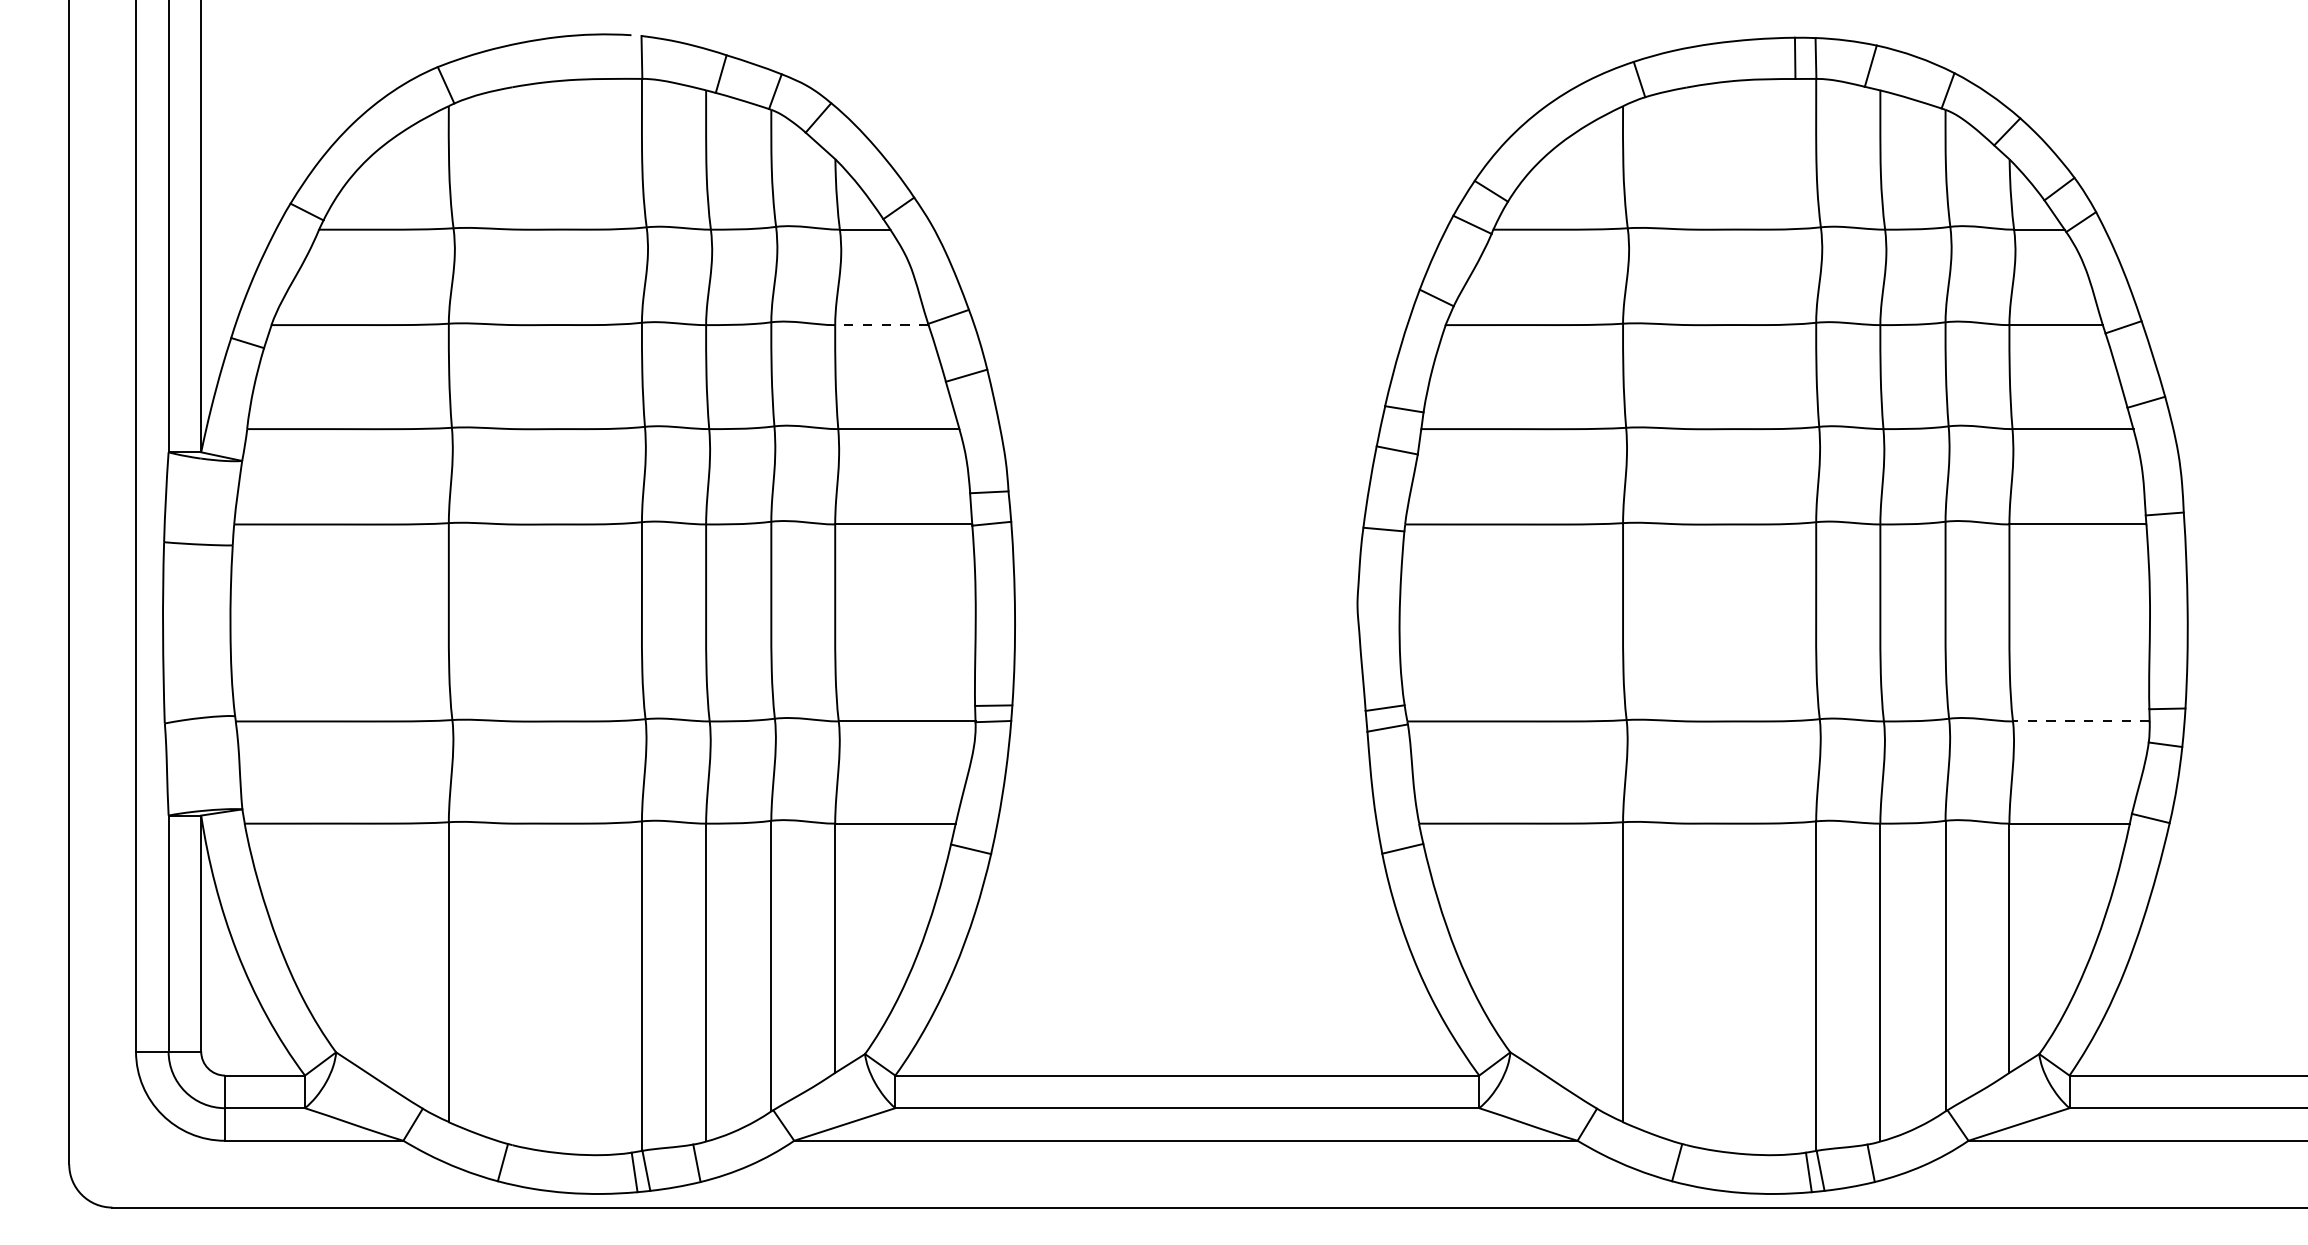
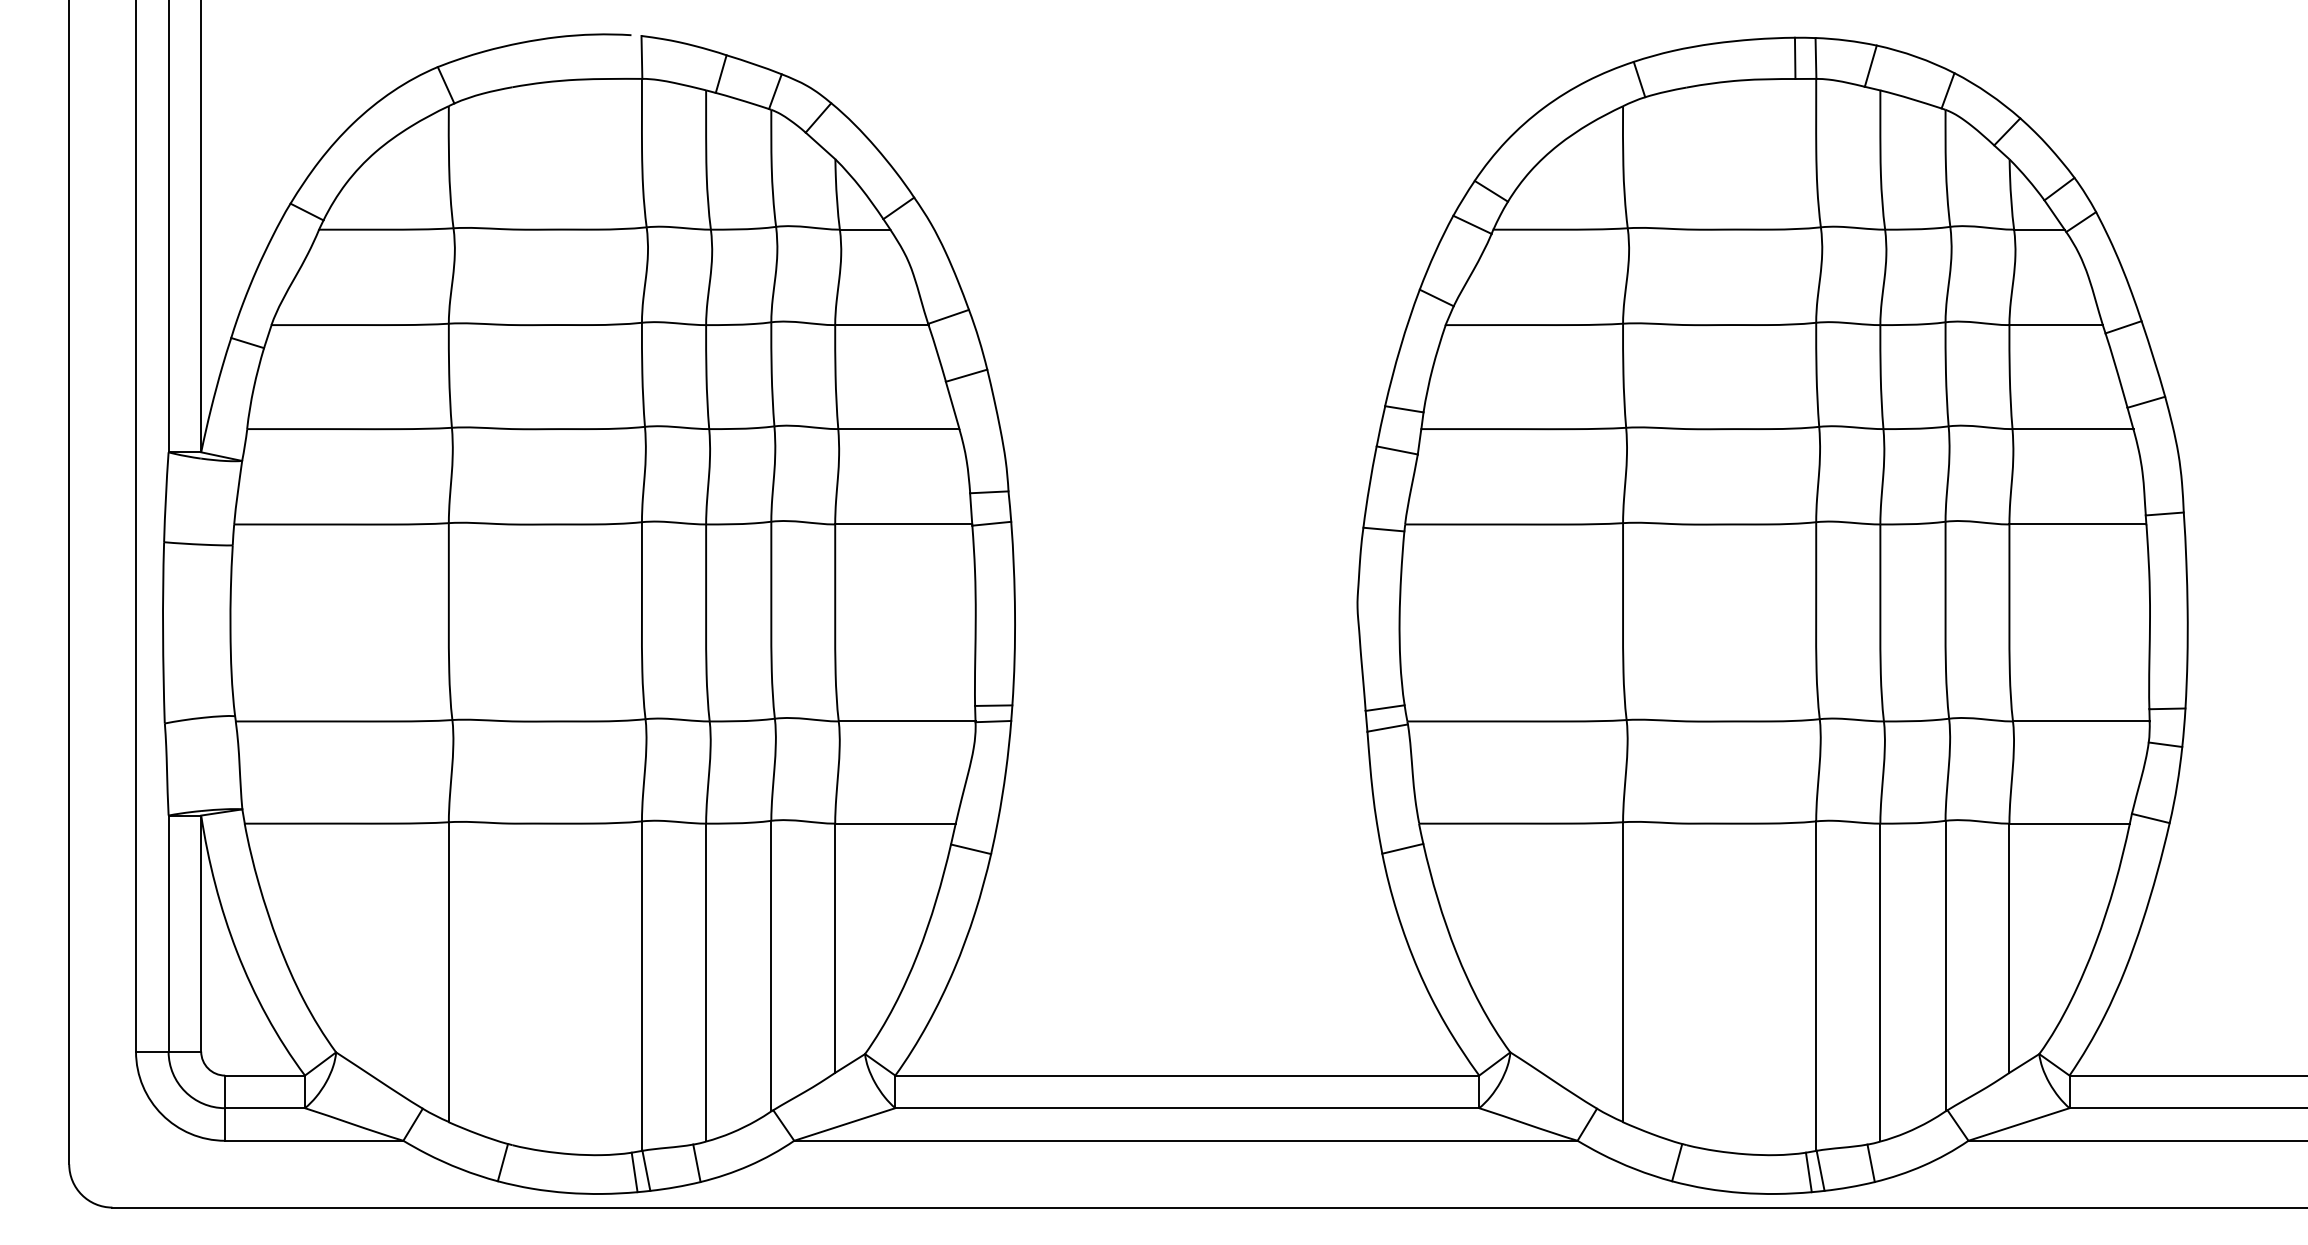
line at (881, 325): dashed -> solid
line at (2080, 721): dashed -> solid
